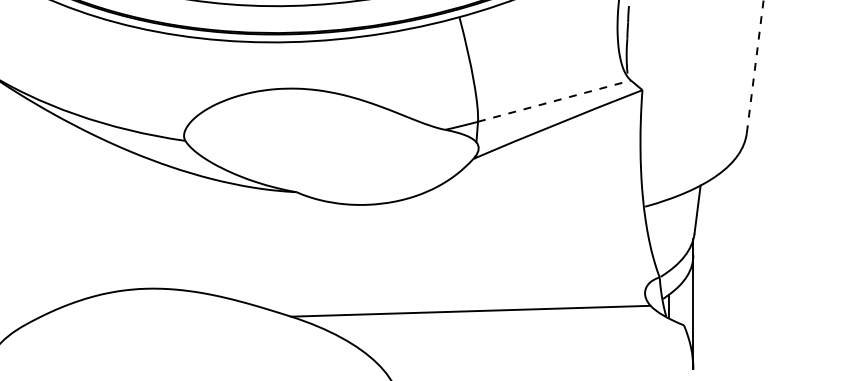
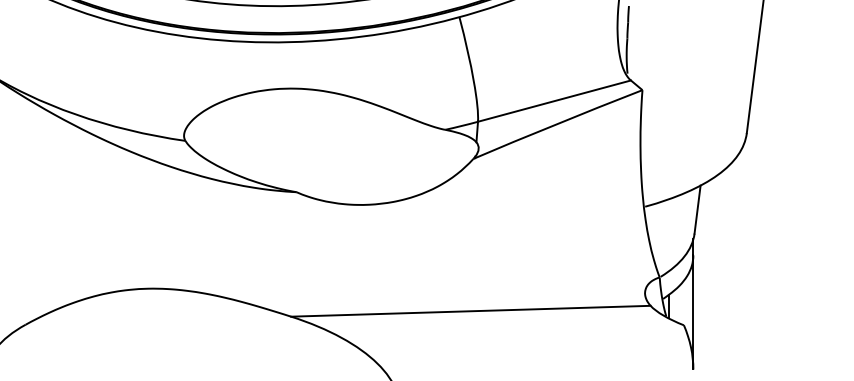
line at (755, 66): dashed -> solid
line at (554, 101): dashed -> solid
